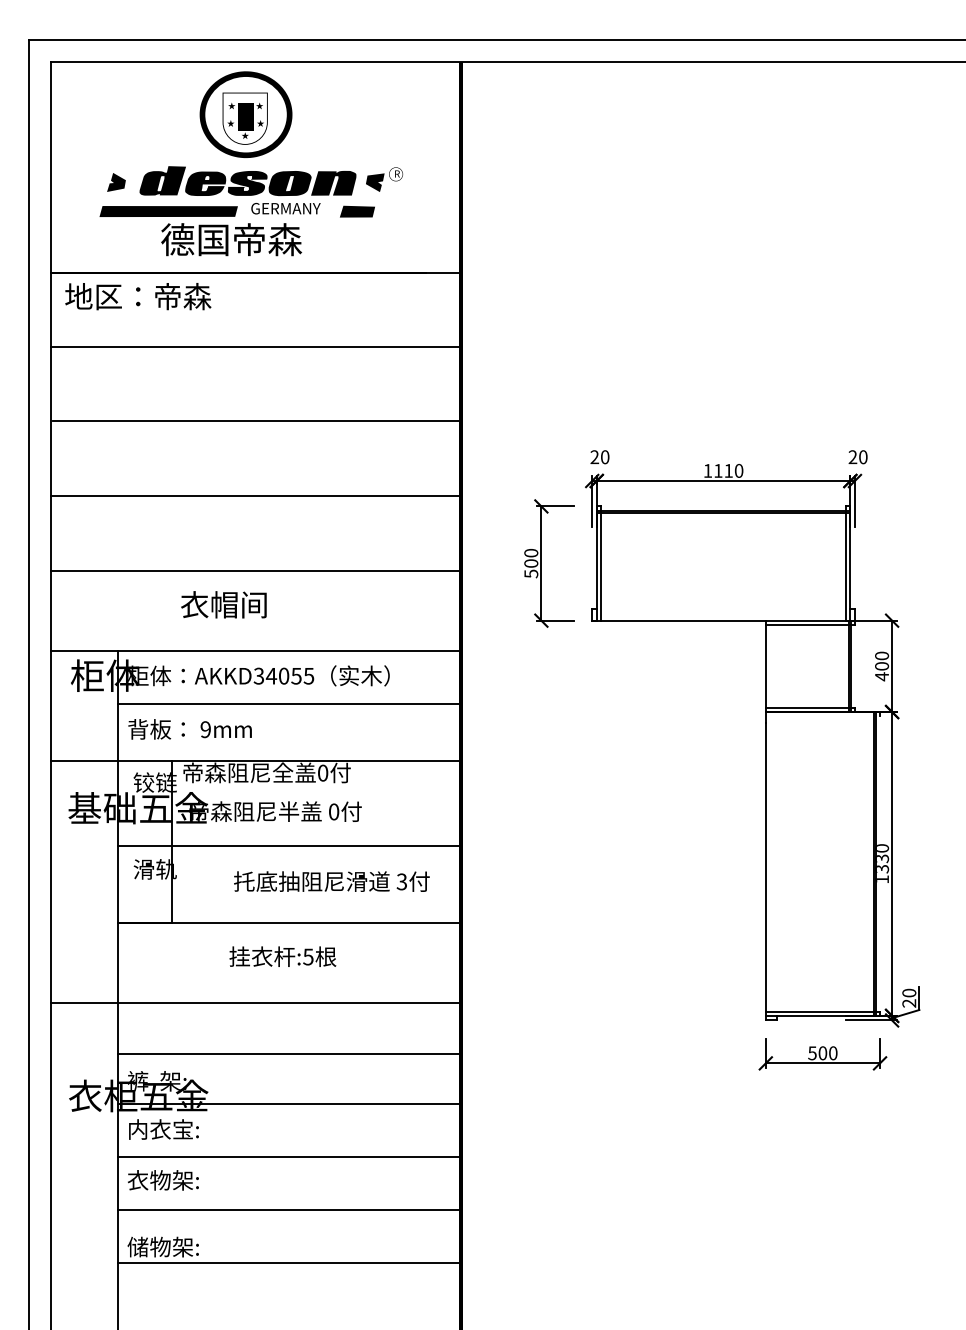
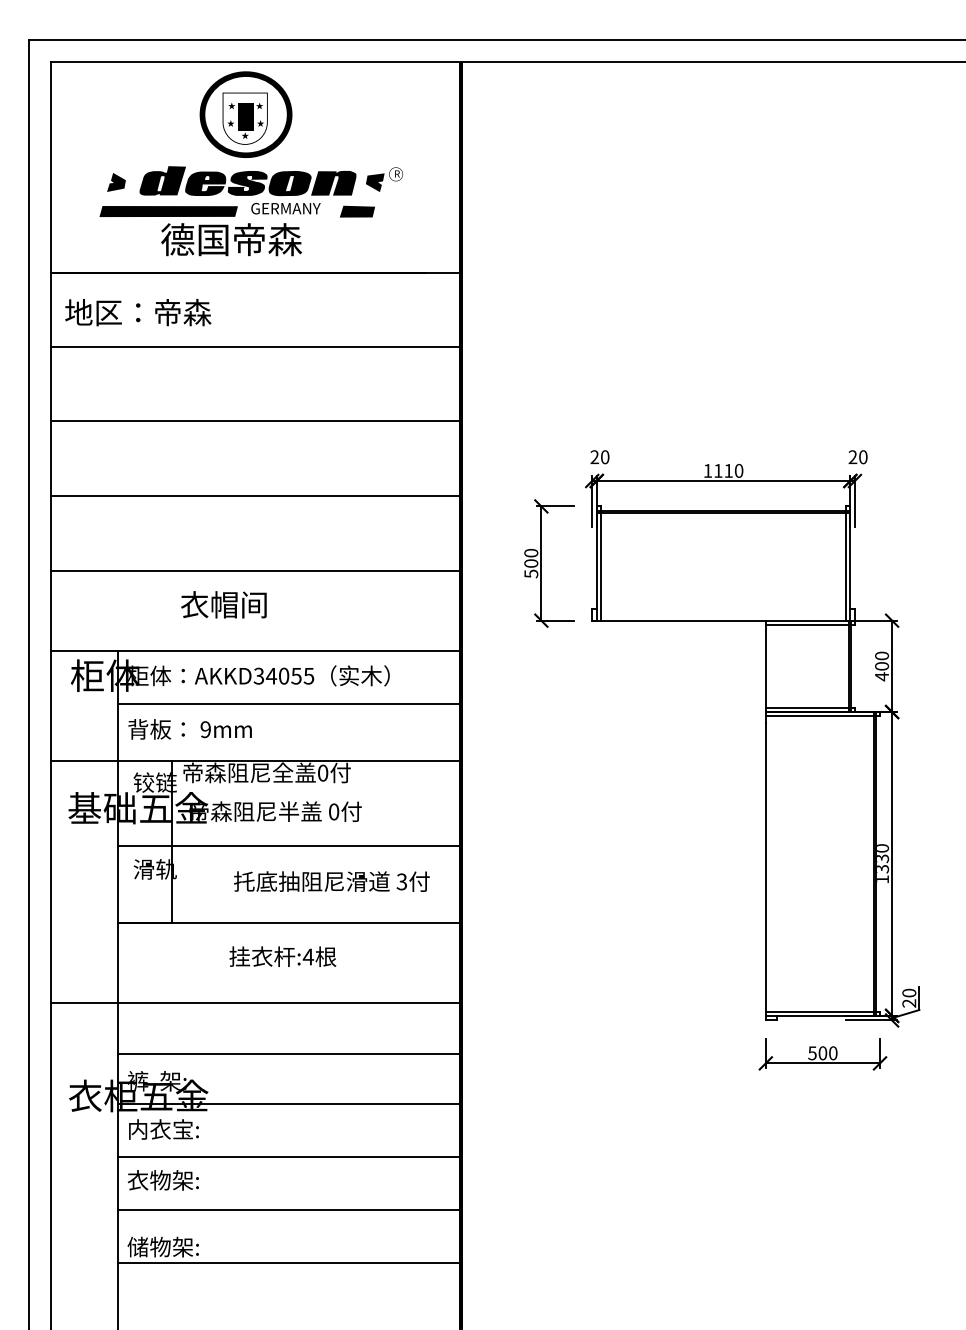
text at (138, 296) position: (138, 296) -> (138, 312)
line at (822, 716): none -> present
text at (307, 956): :5 -> :4
